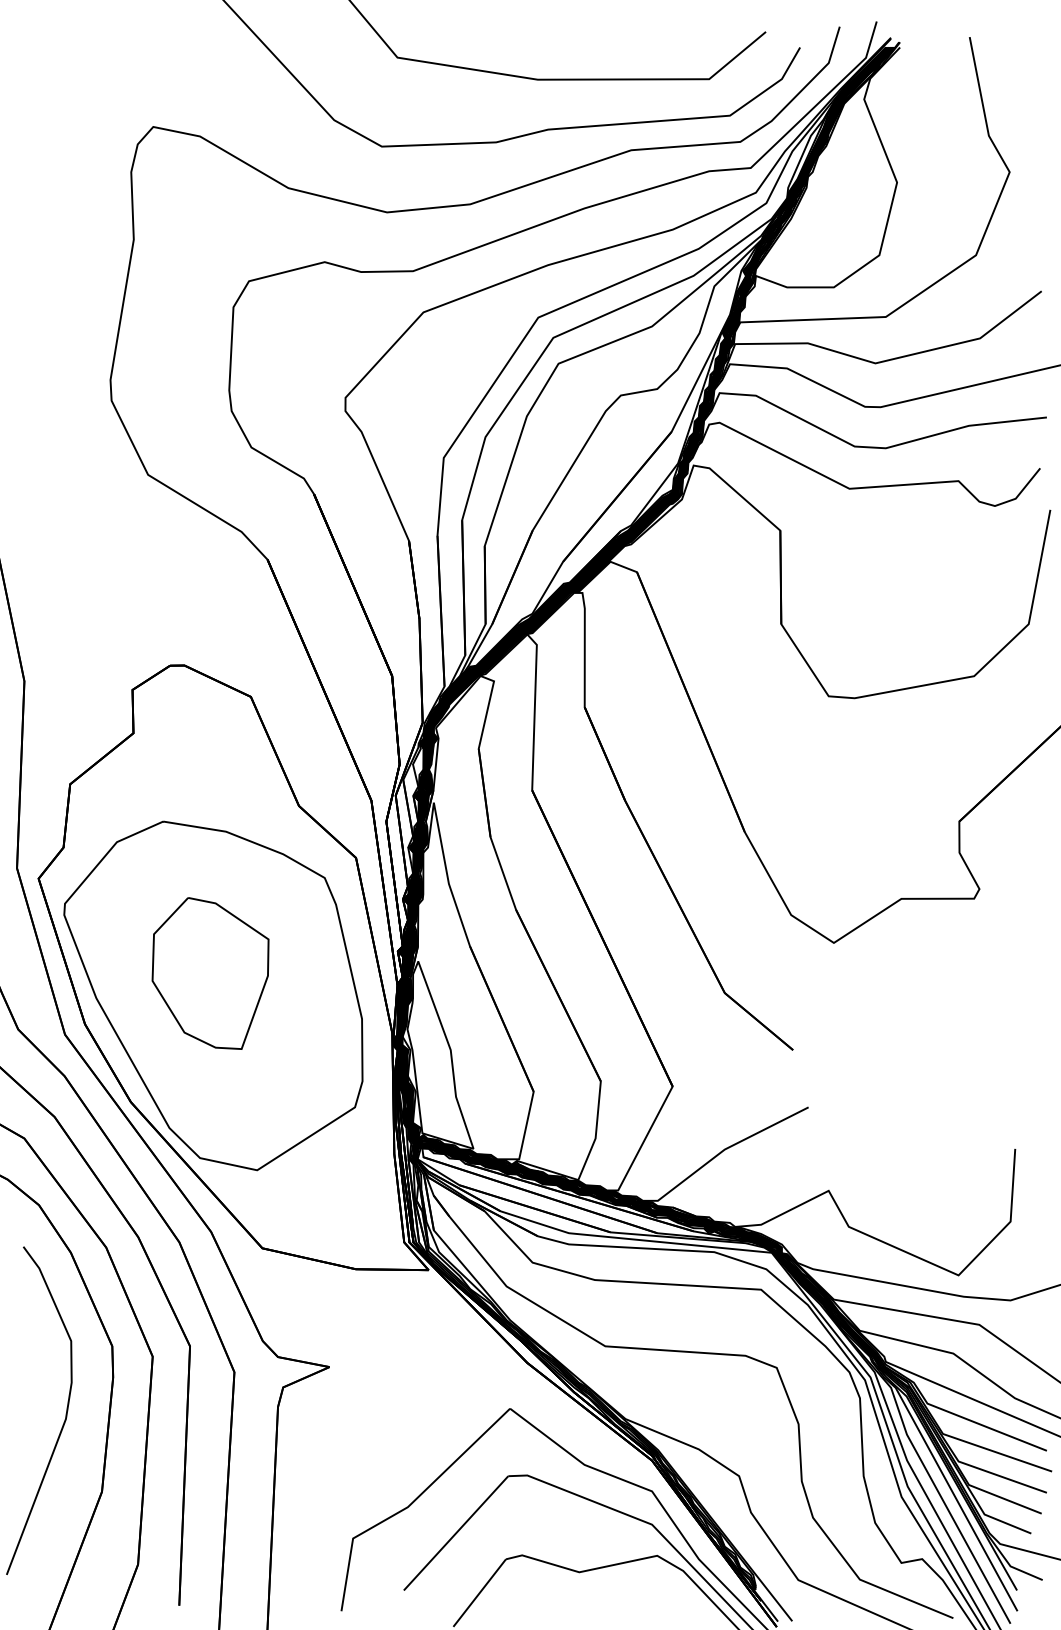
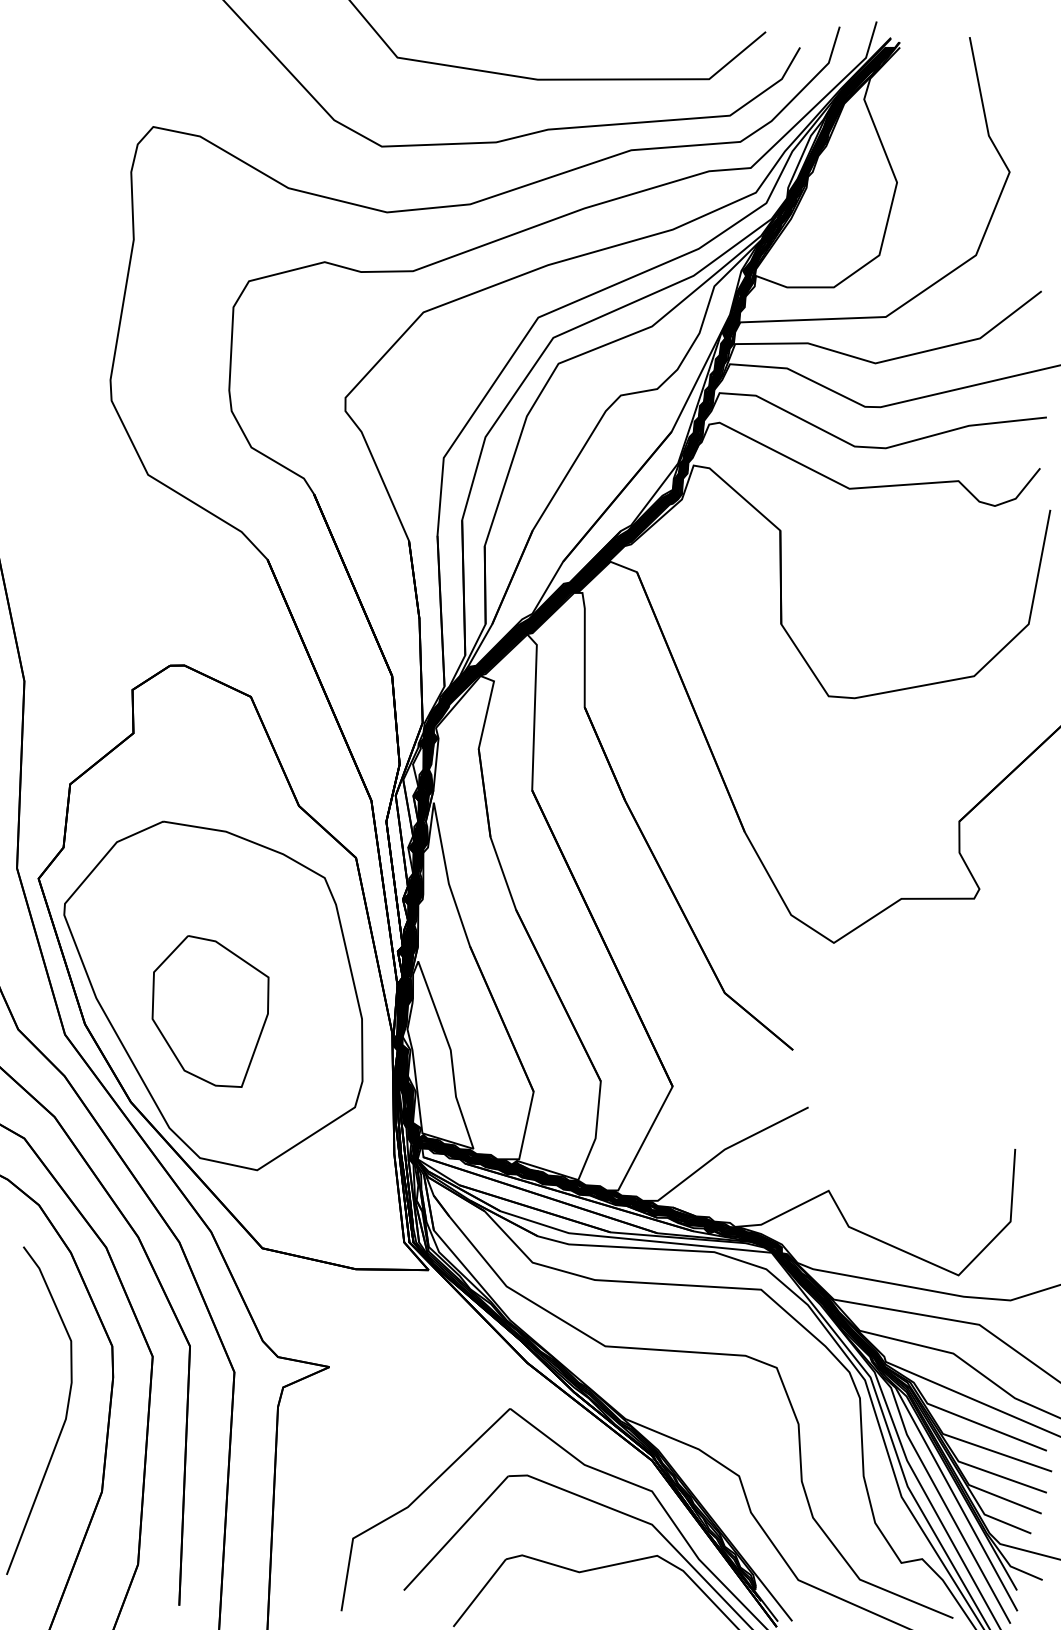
part at (210, 973) position: (210, 973) -> (210, 1011)
